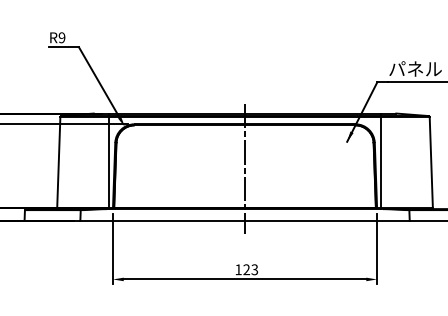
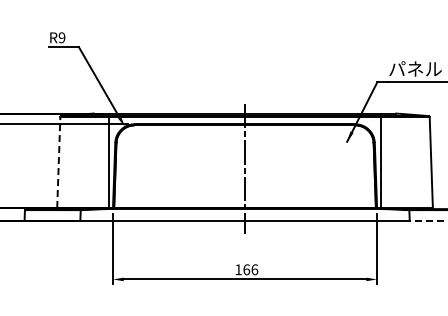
line at (58, 162): solid -> dashed
line at (428, 220): solid -> dashed
text at (250, 269): 123 -> 166
